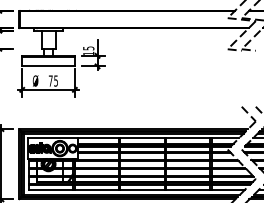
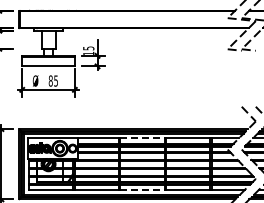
text at (50, 80): 75 -> 85
line at (142, 138): solid -> dashed
line at (142, 190): solid -> dashed
